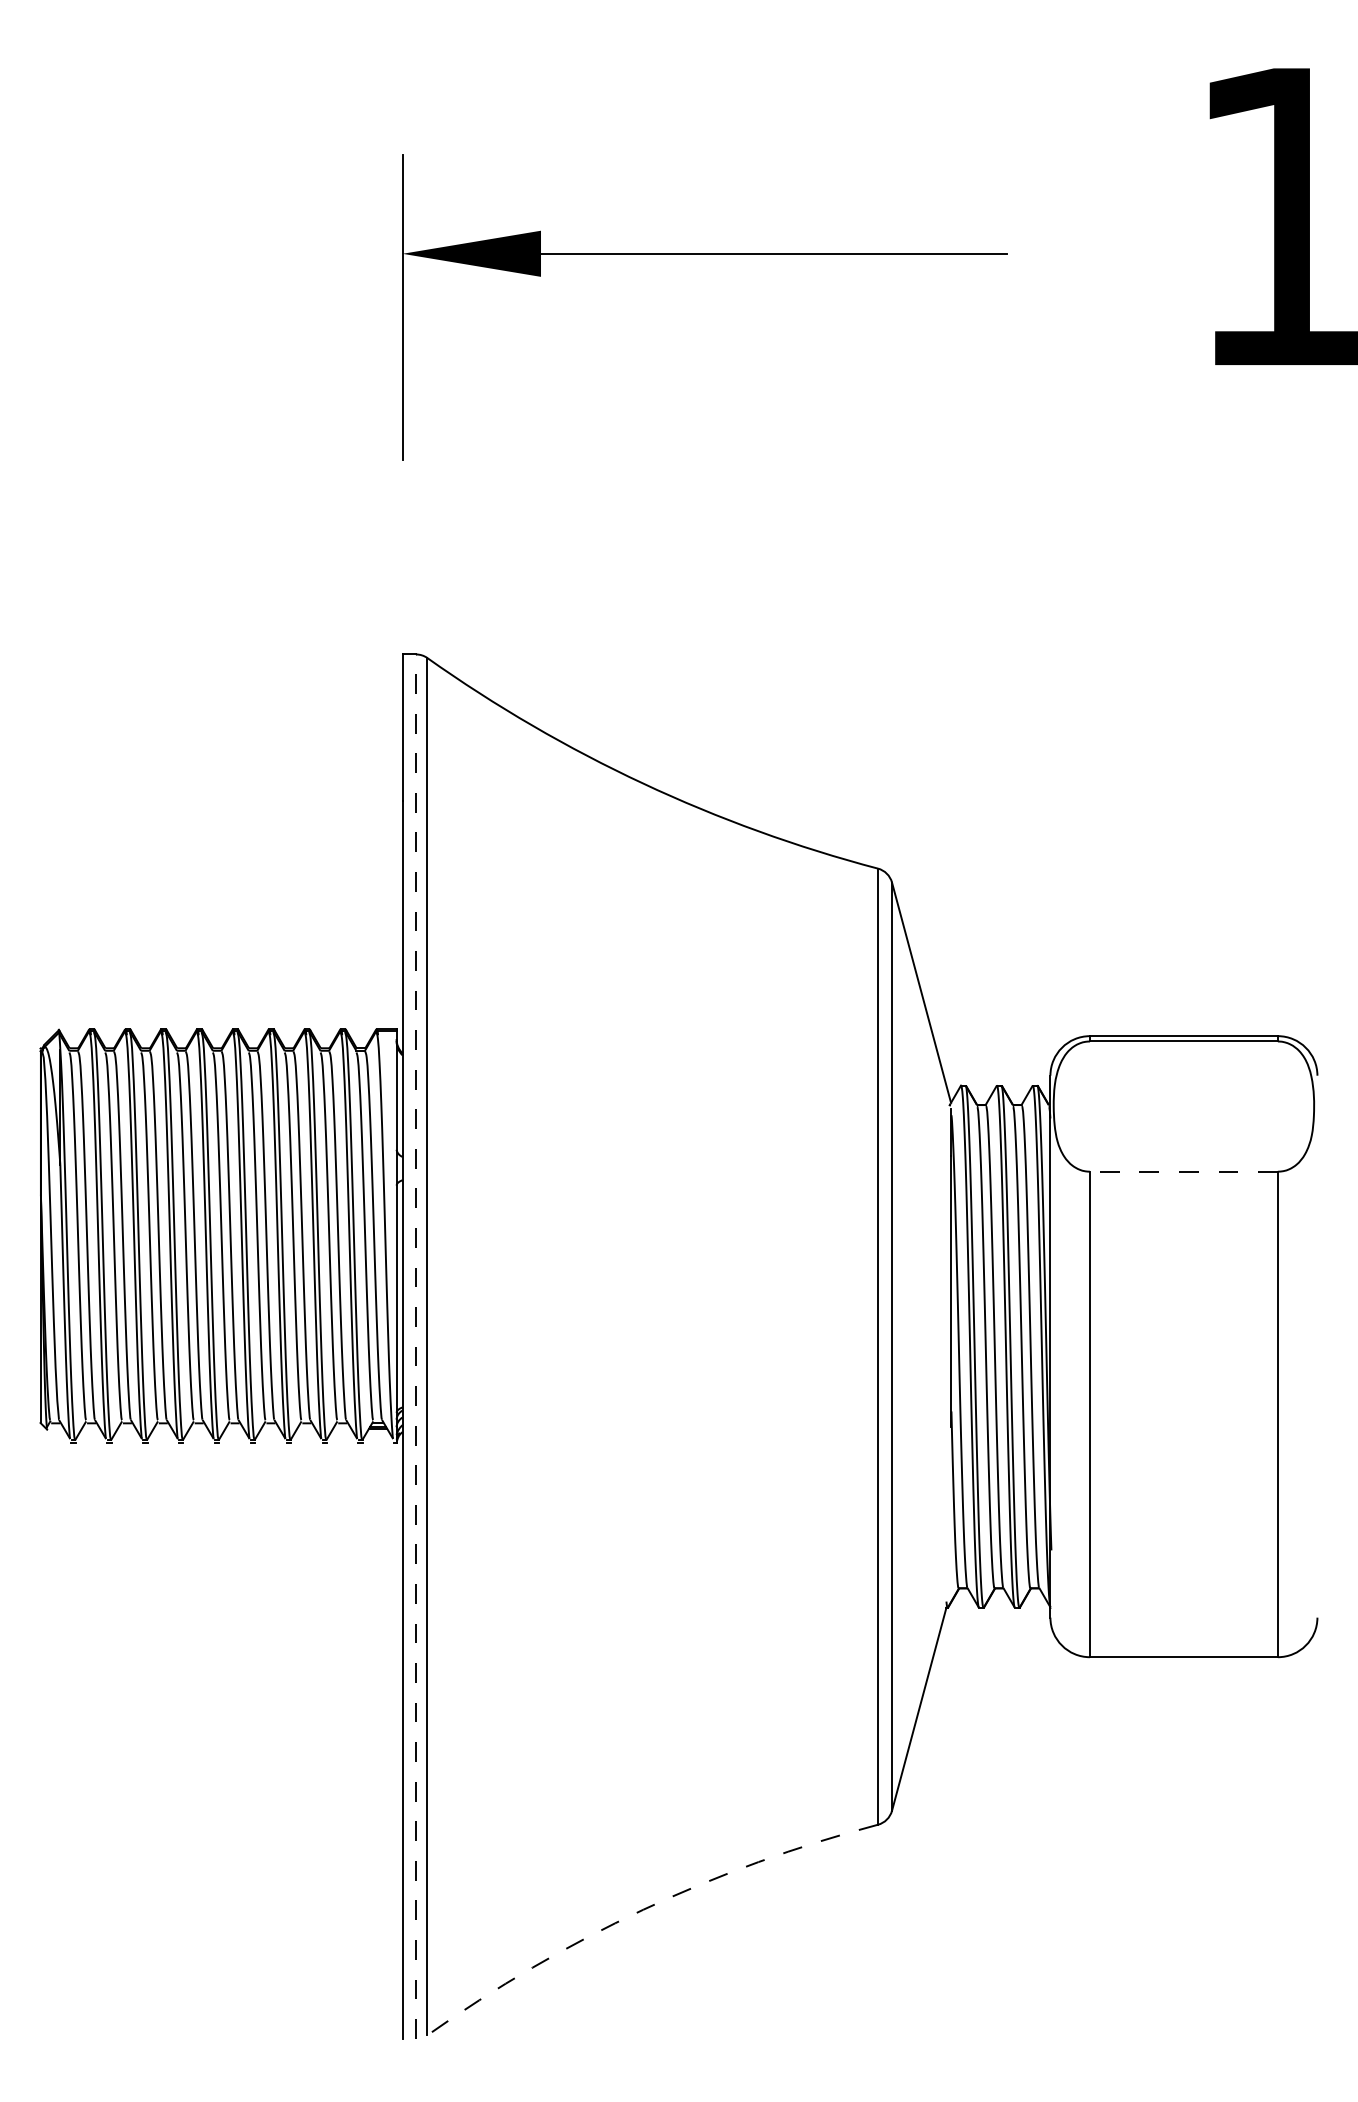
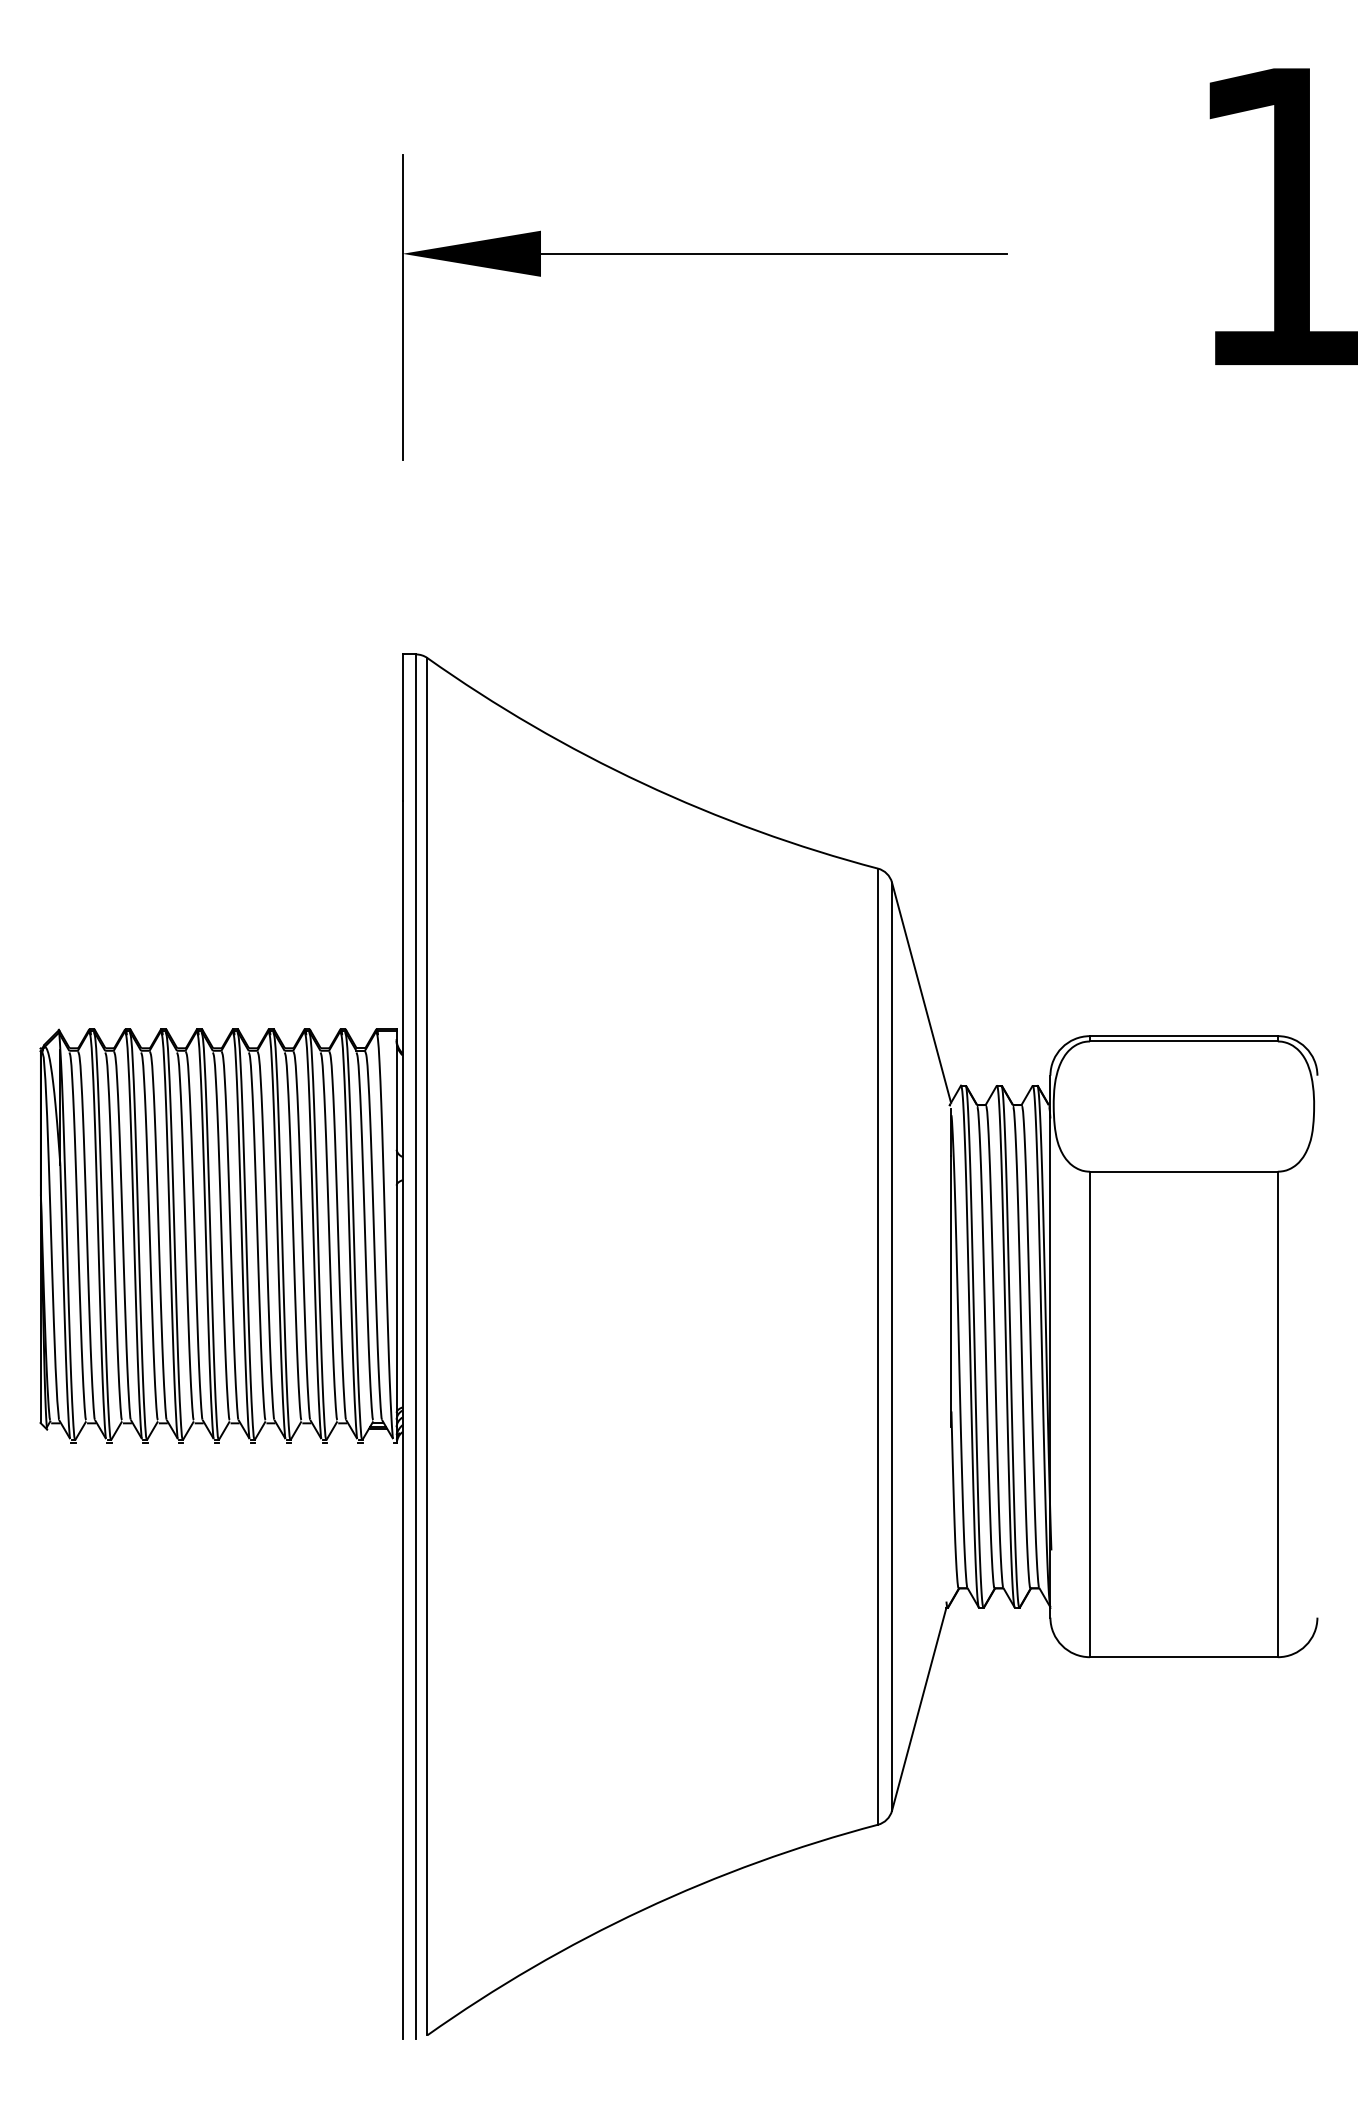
line at (1183, 1171): dashed -> solid
line at (416, 1346): dashed -> solid
arc at (643, 1909): dashed -> solid
